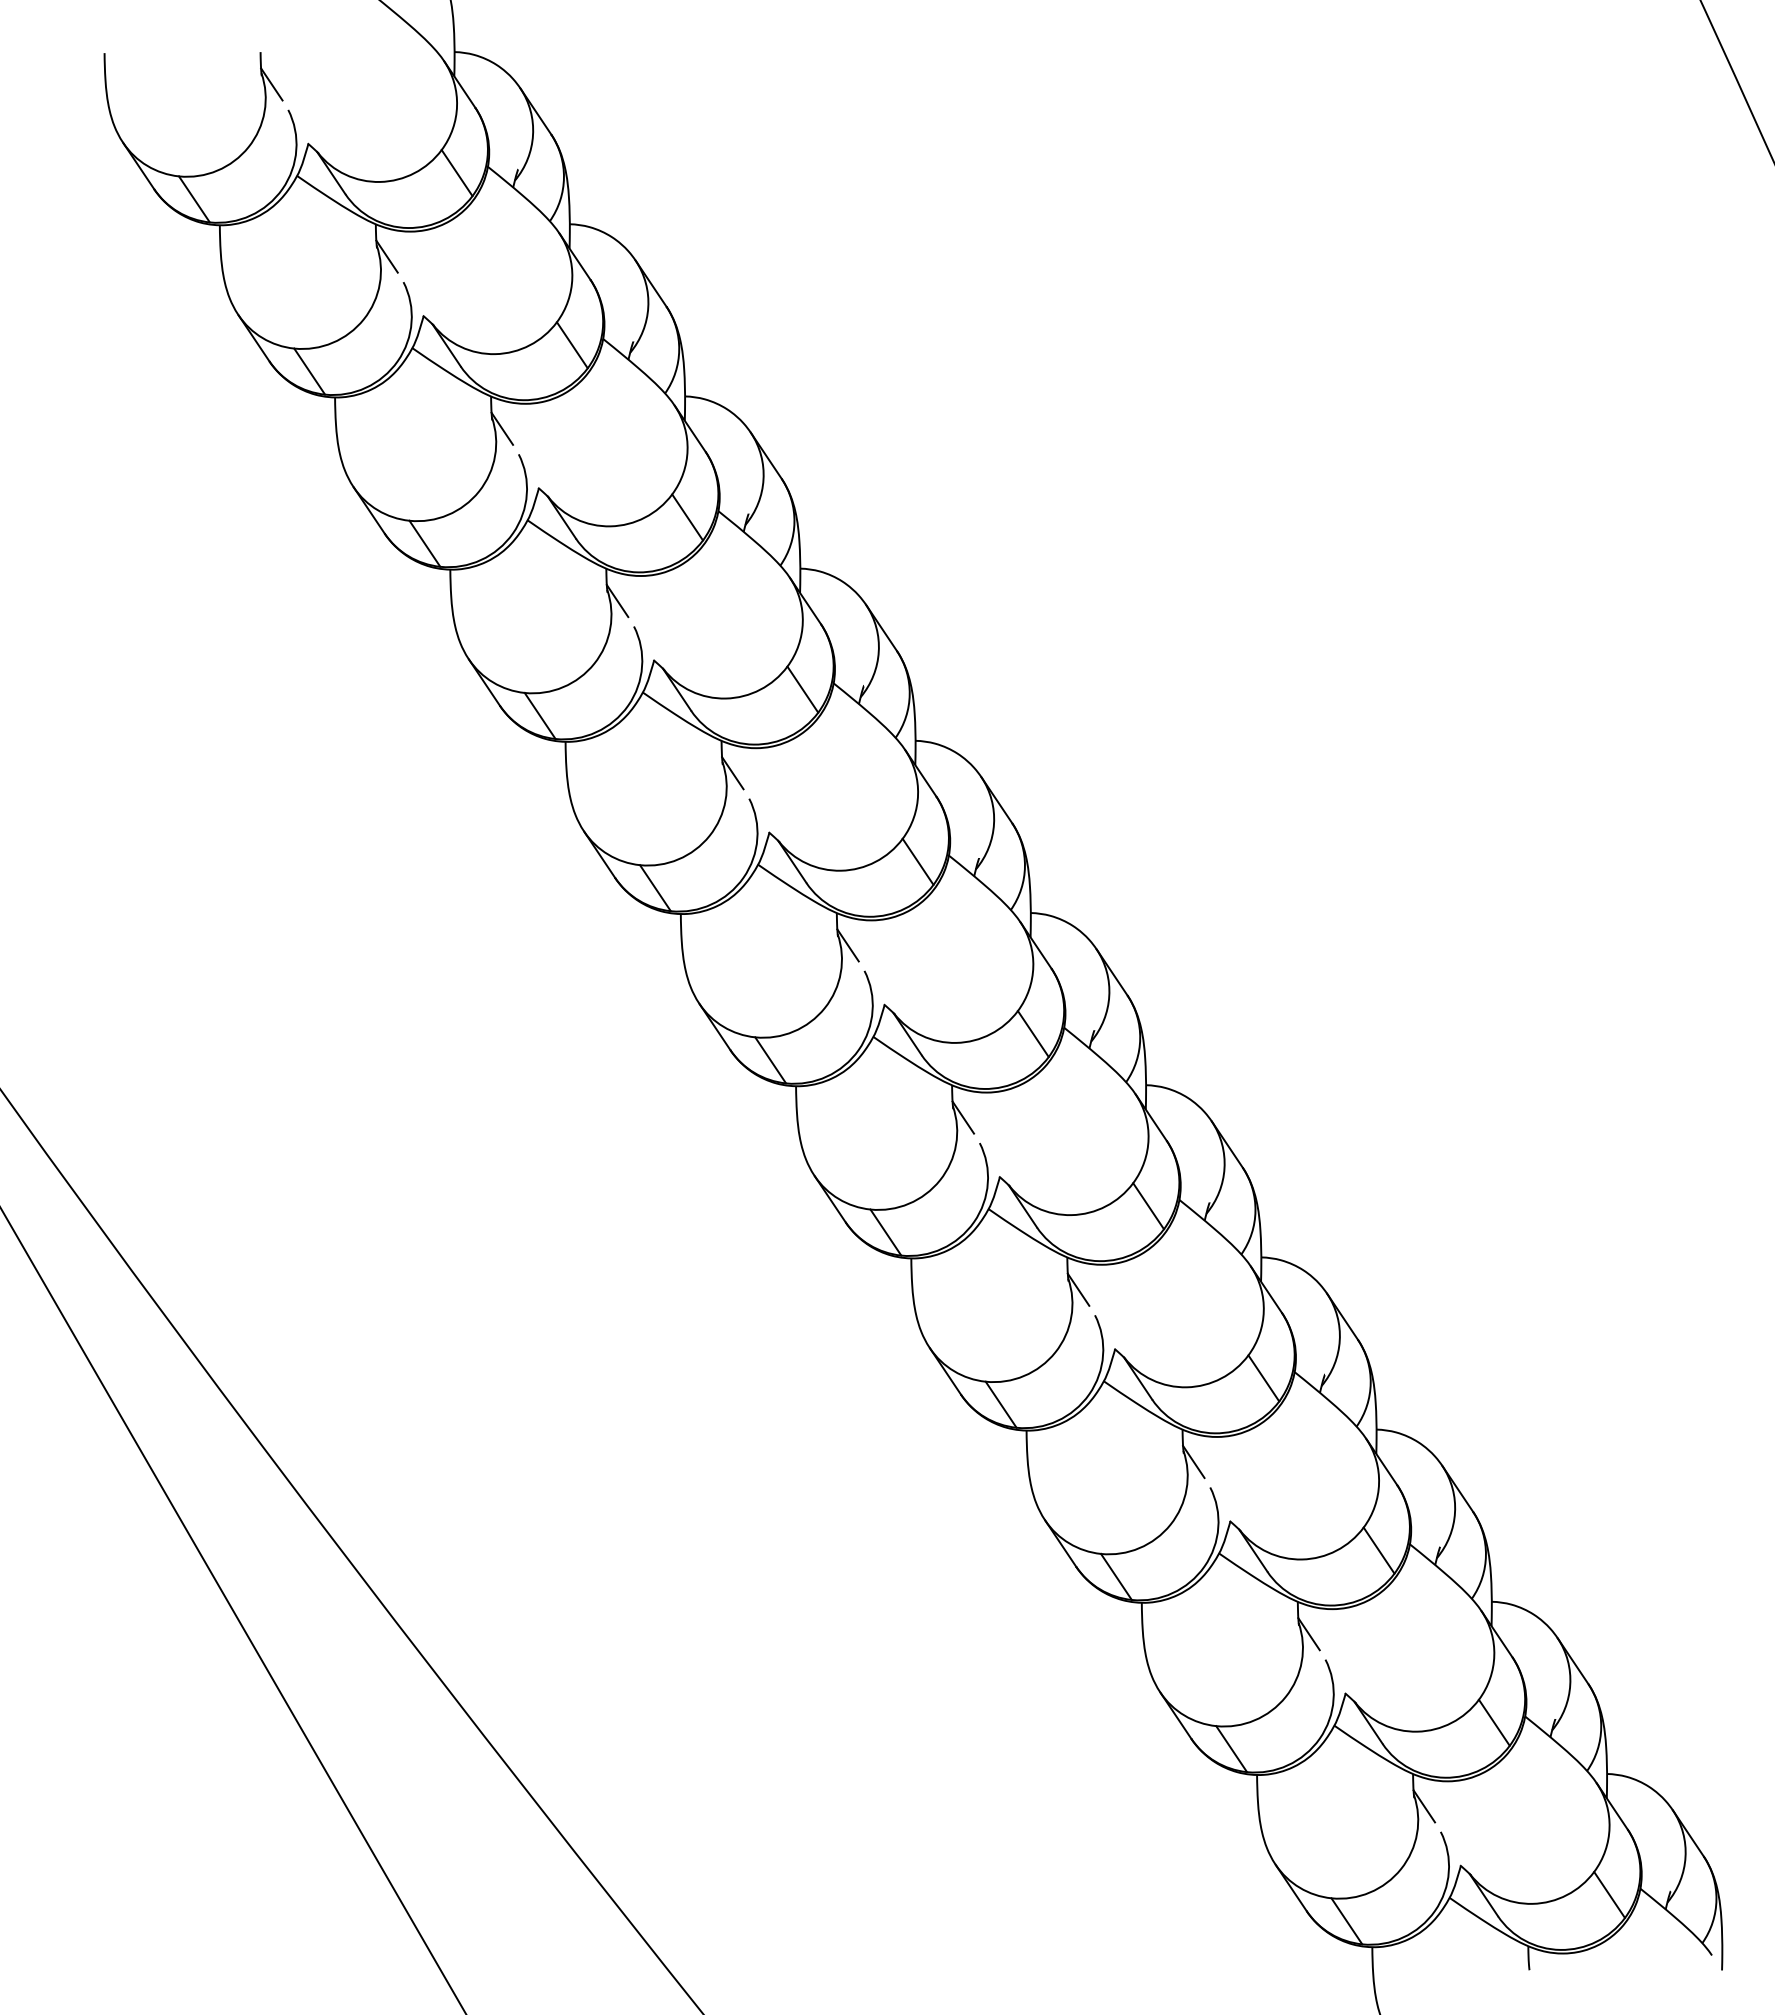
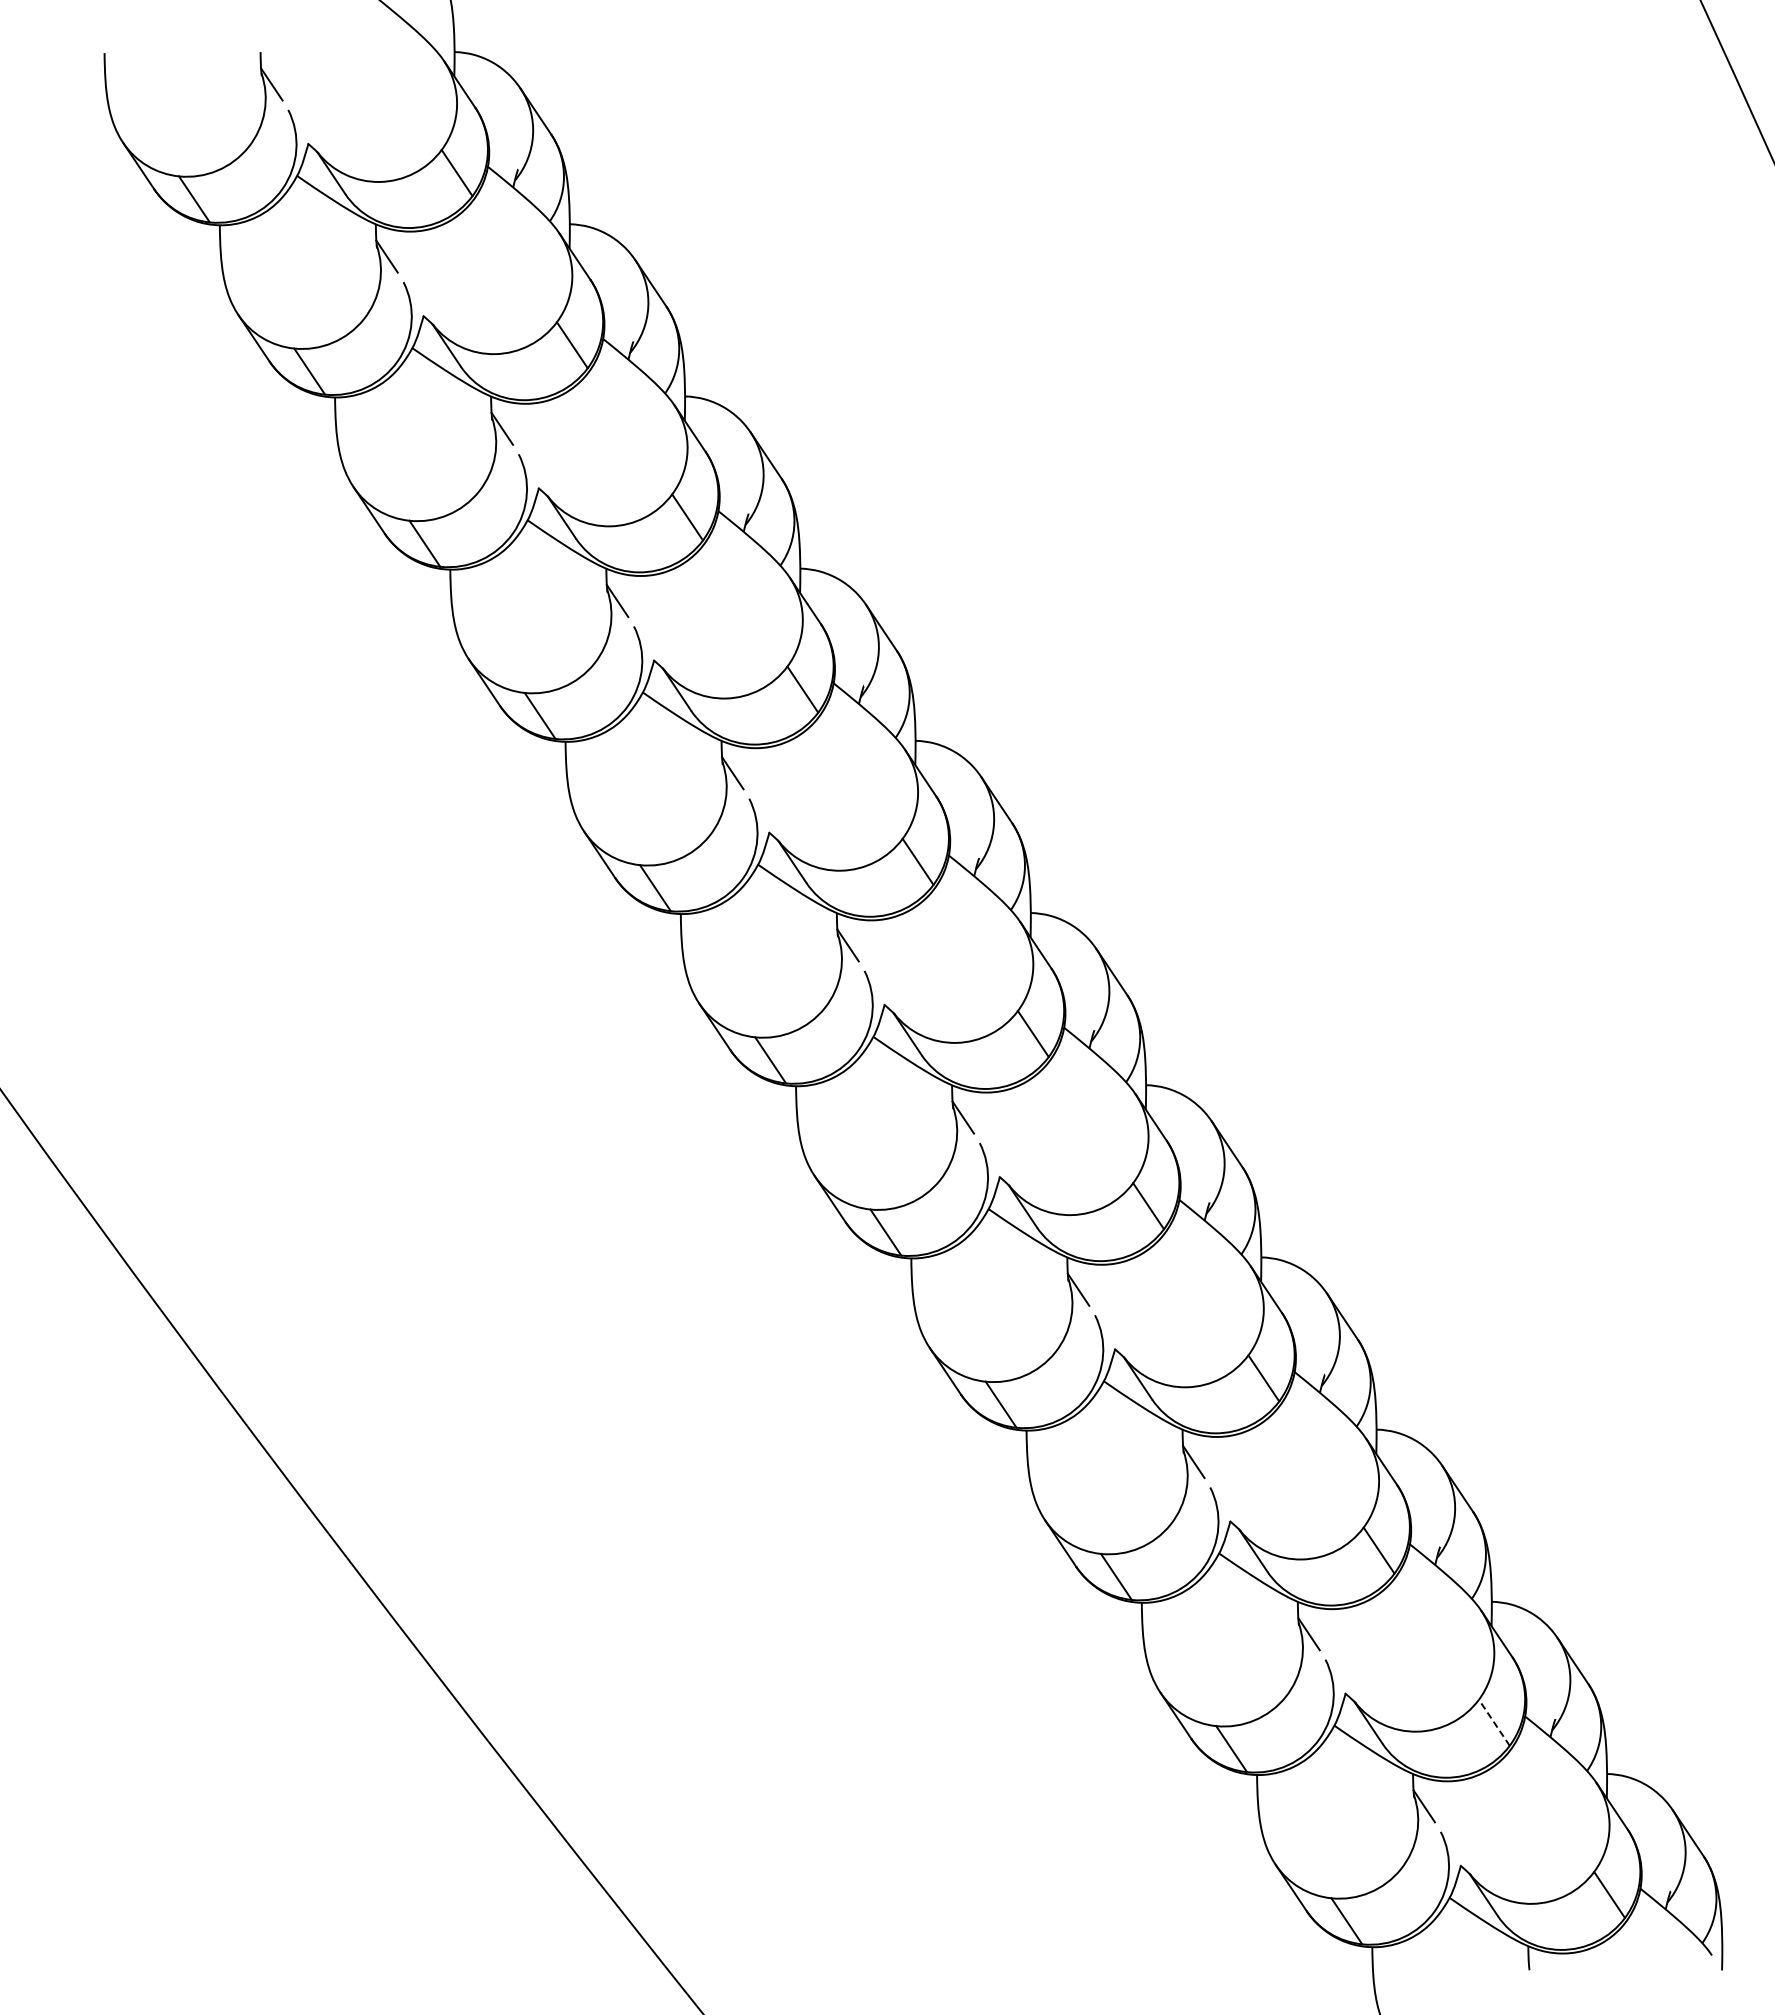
line at (233, 1611): present -> none
line at (1494, 1722): solid -> dashed
